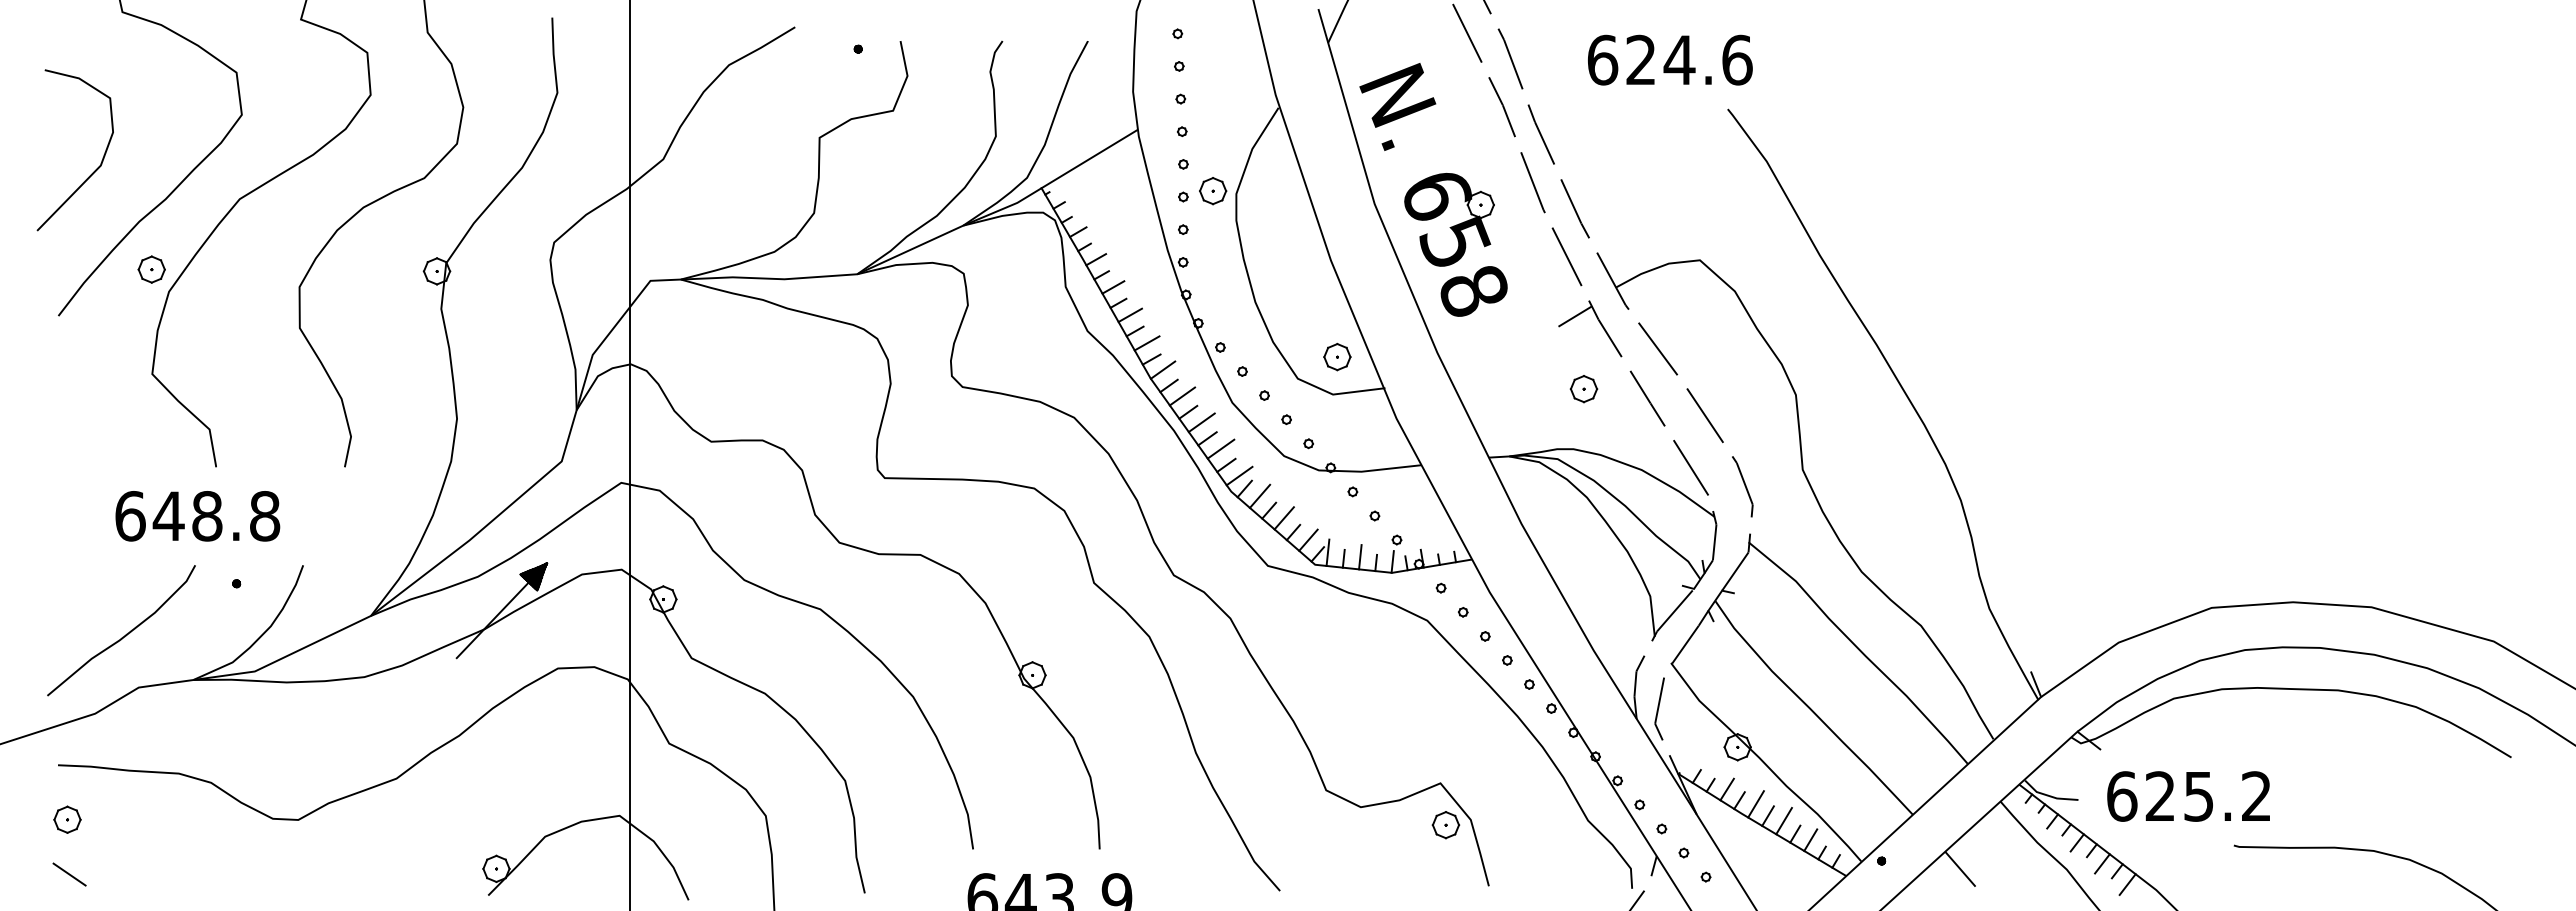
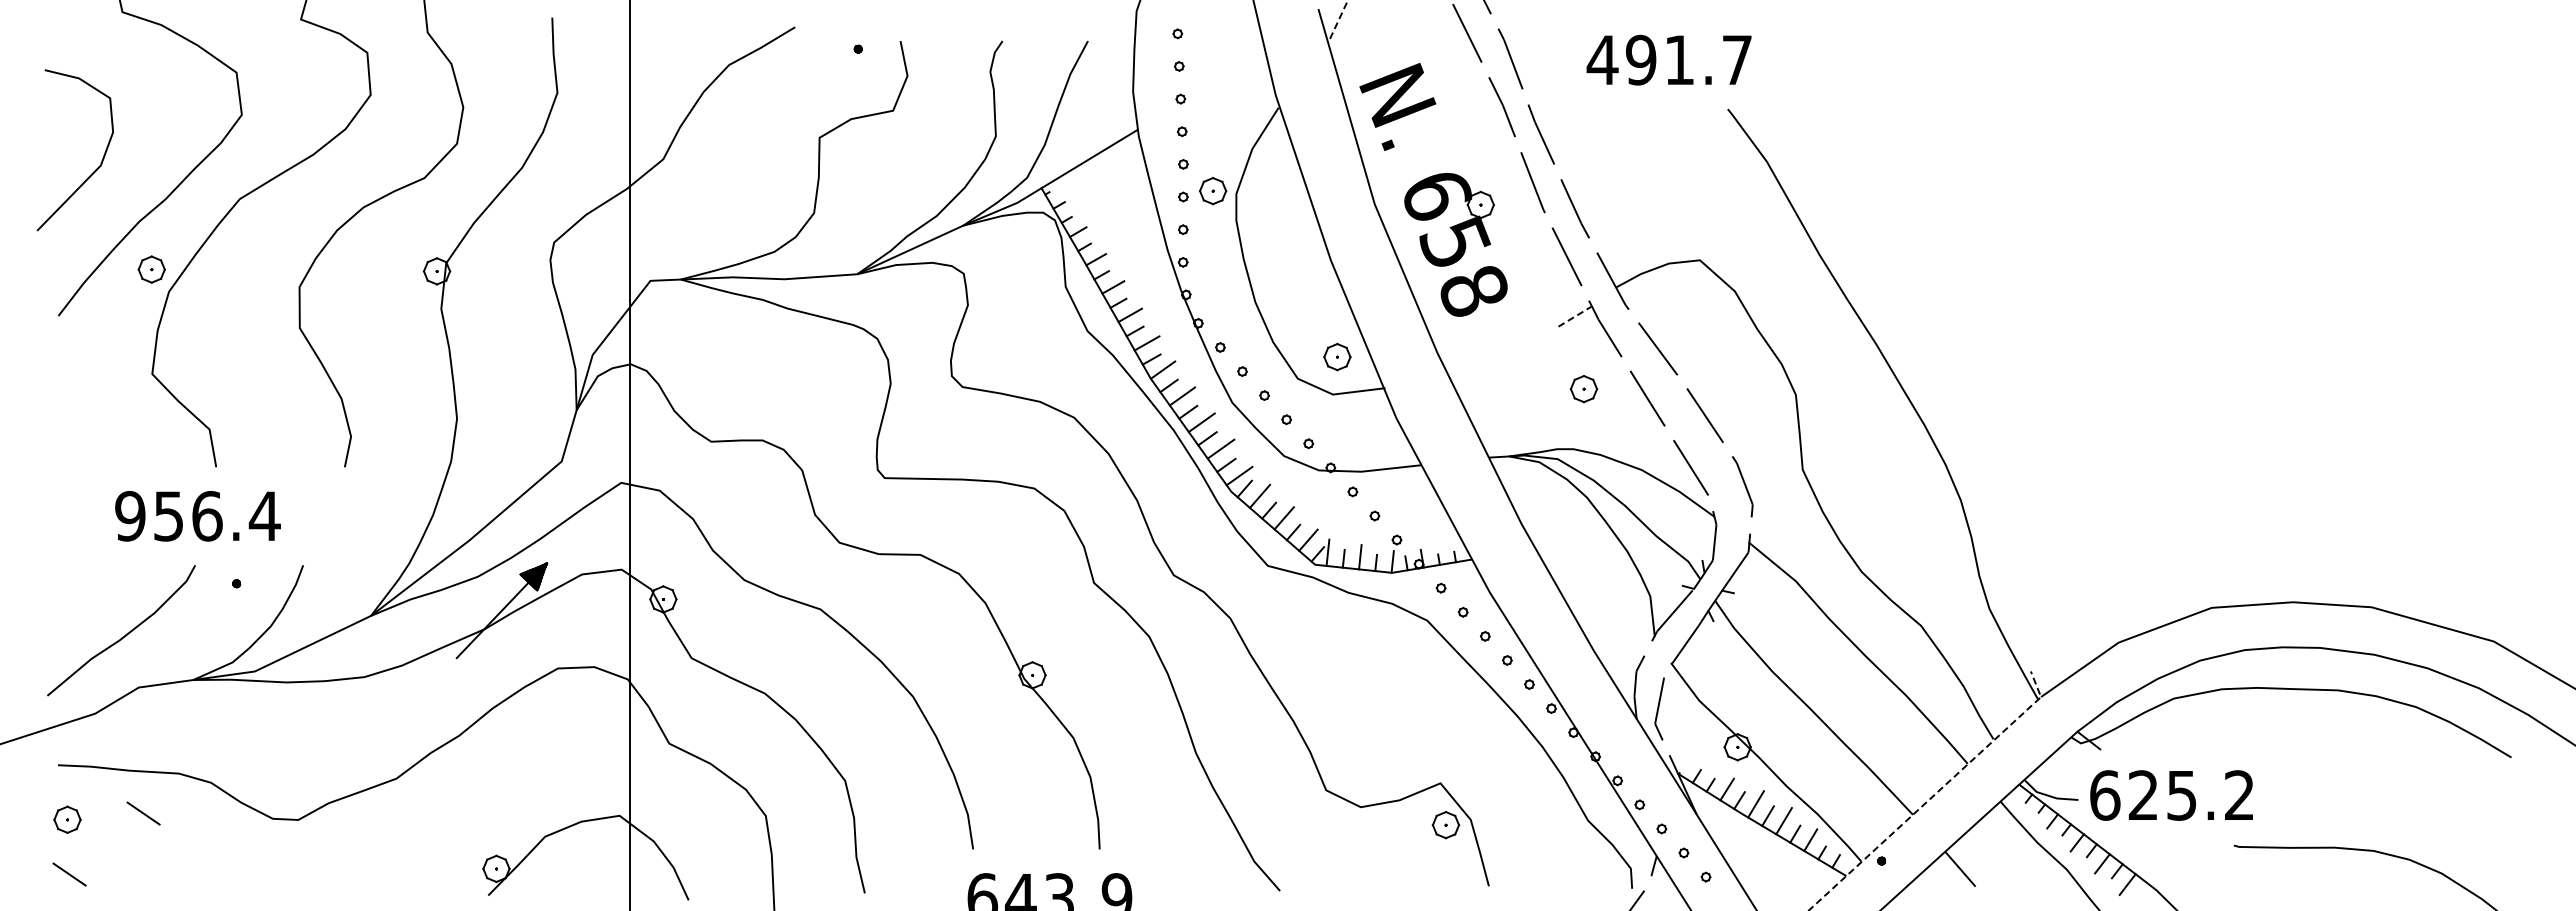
line at (1338, 21): solid -> dashed
text at (1669, 59): 624.6 -> 491.7
line at (1575, 316): solid -> dashed
text at (197, 516): 648.8 -> 956.4
line at (1936, 793): solid -> dashed
text at (2188, 796) position: (2188, 796) -> (2171, 795)
line at (143, 813): none -> present
